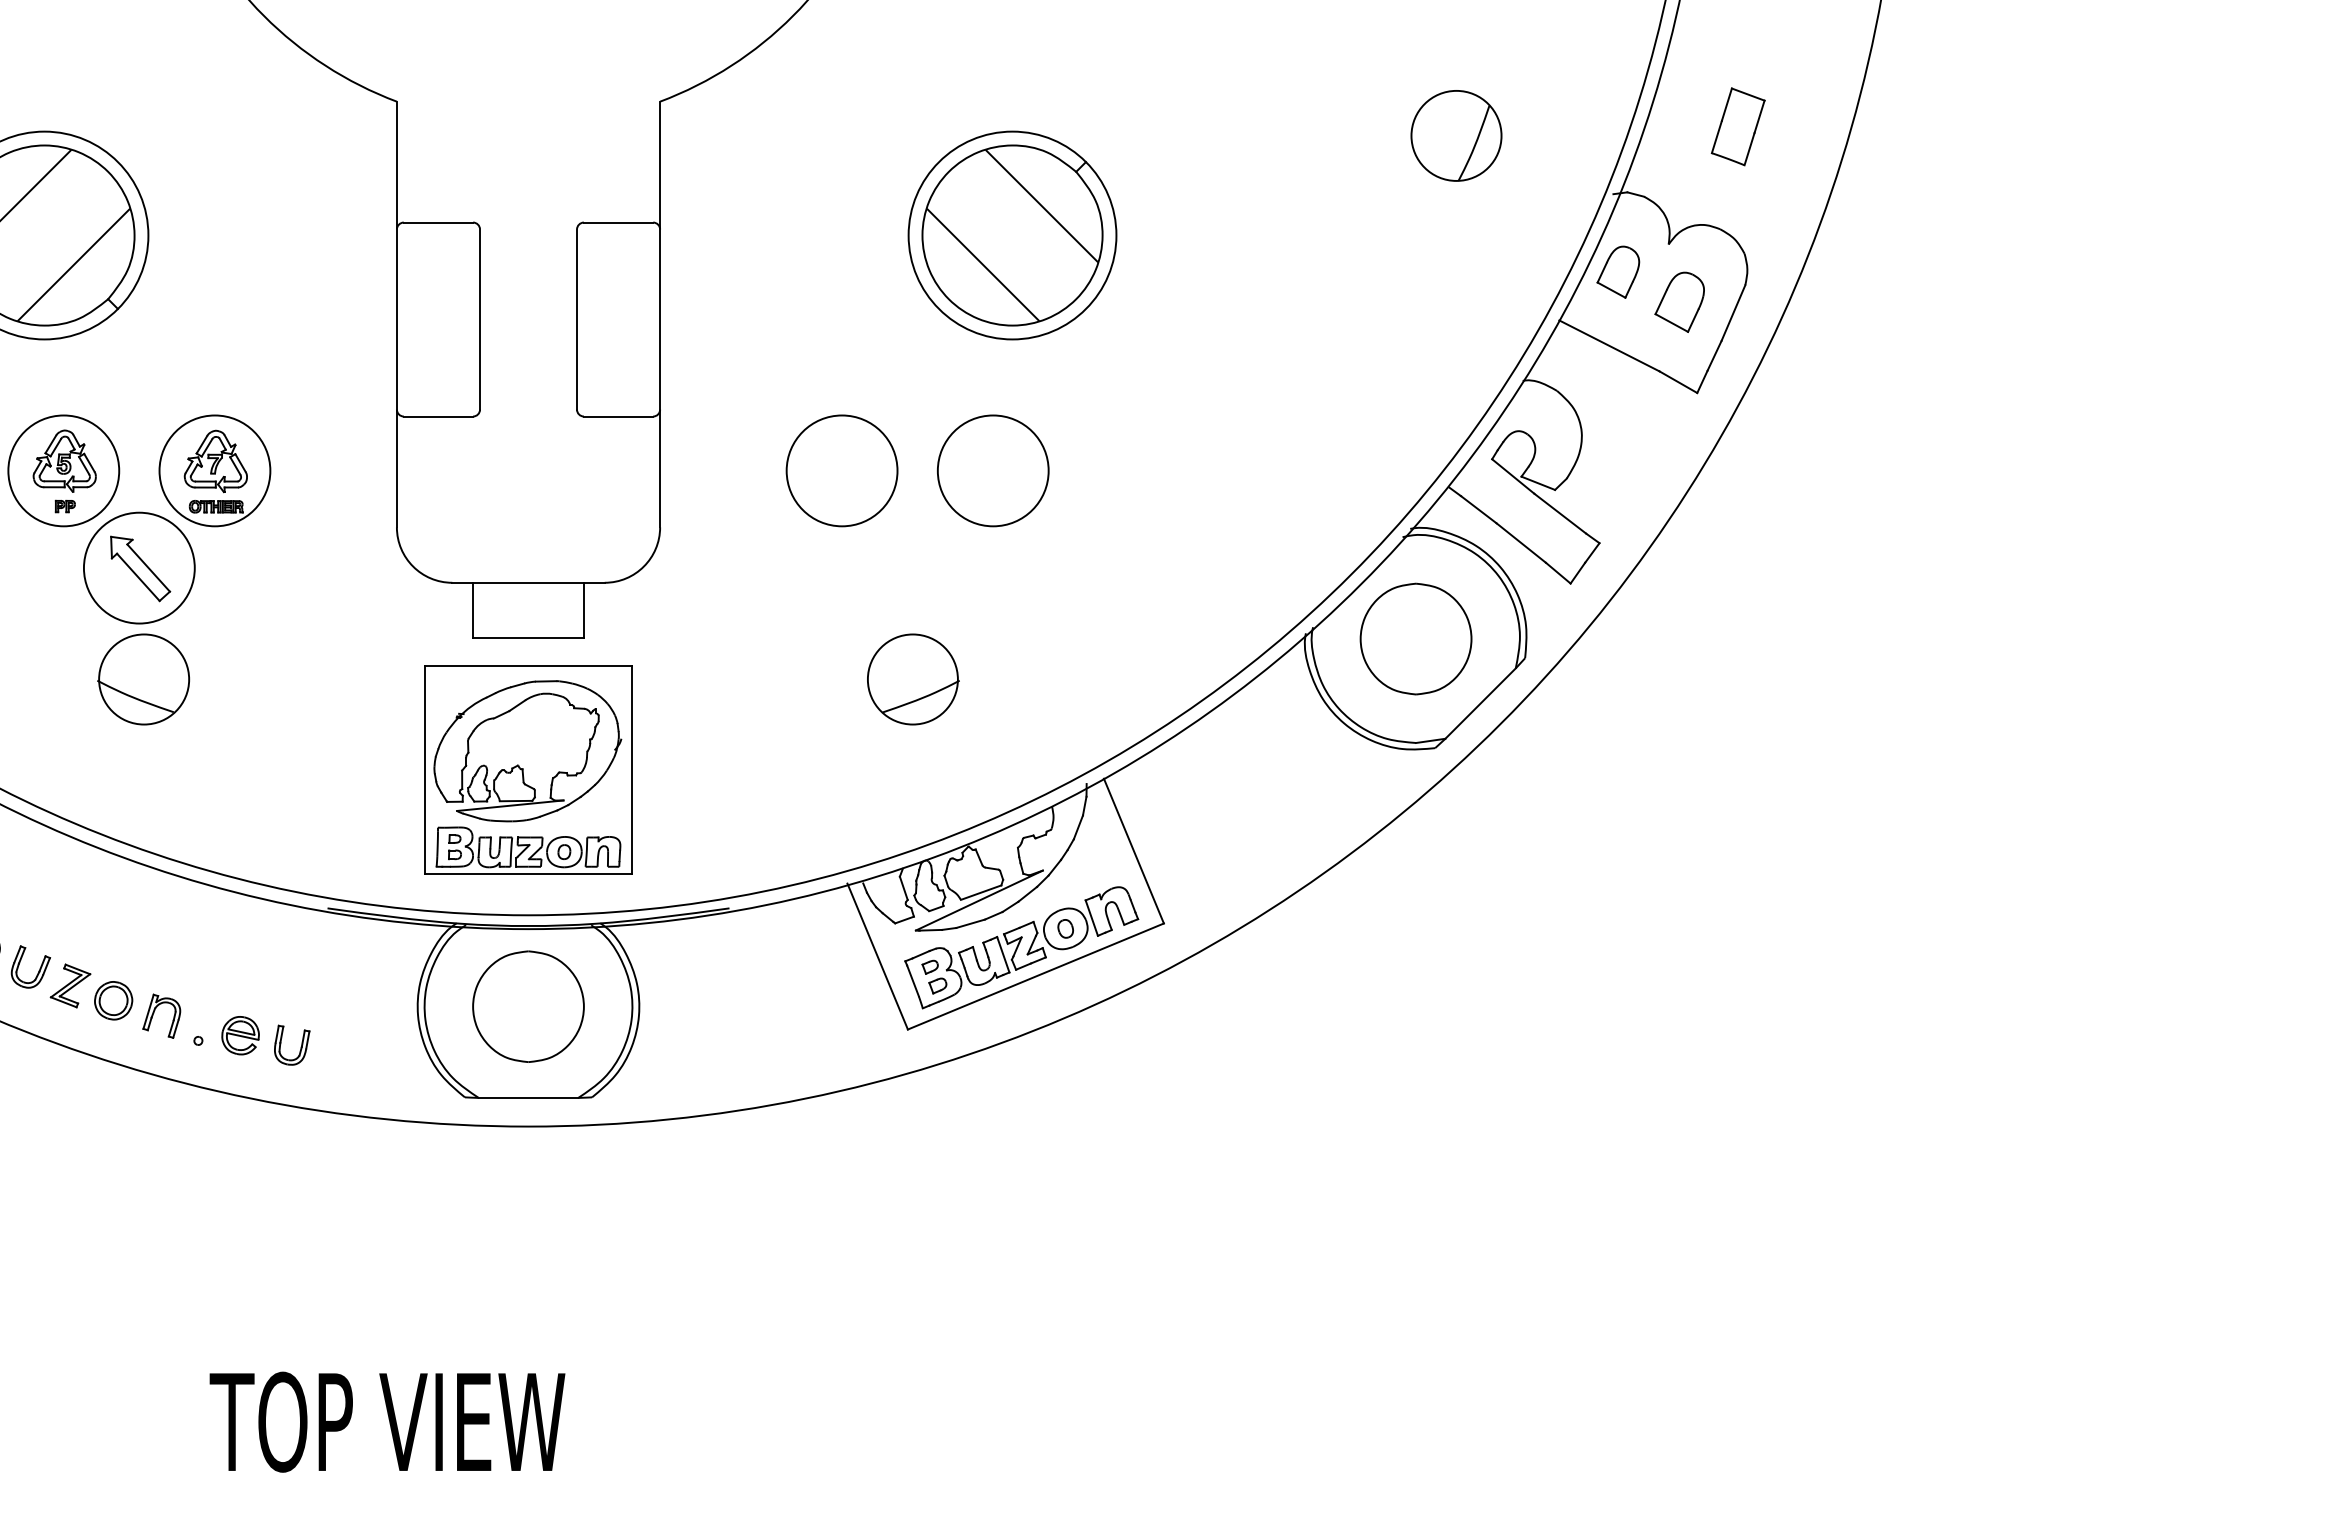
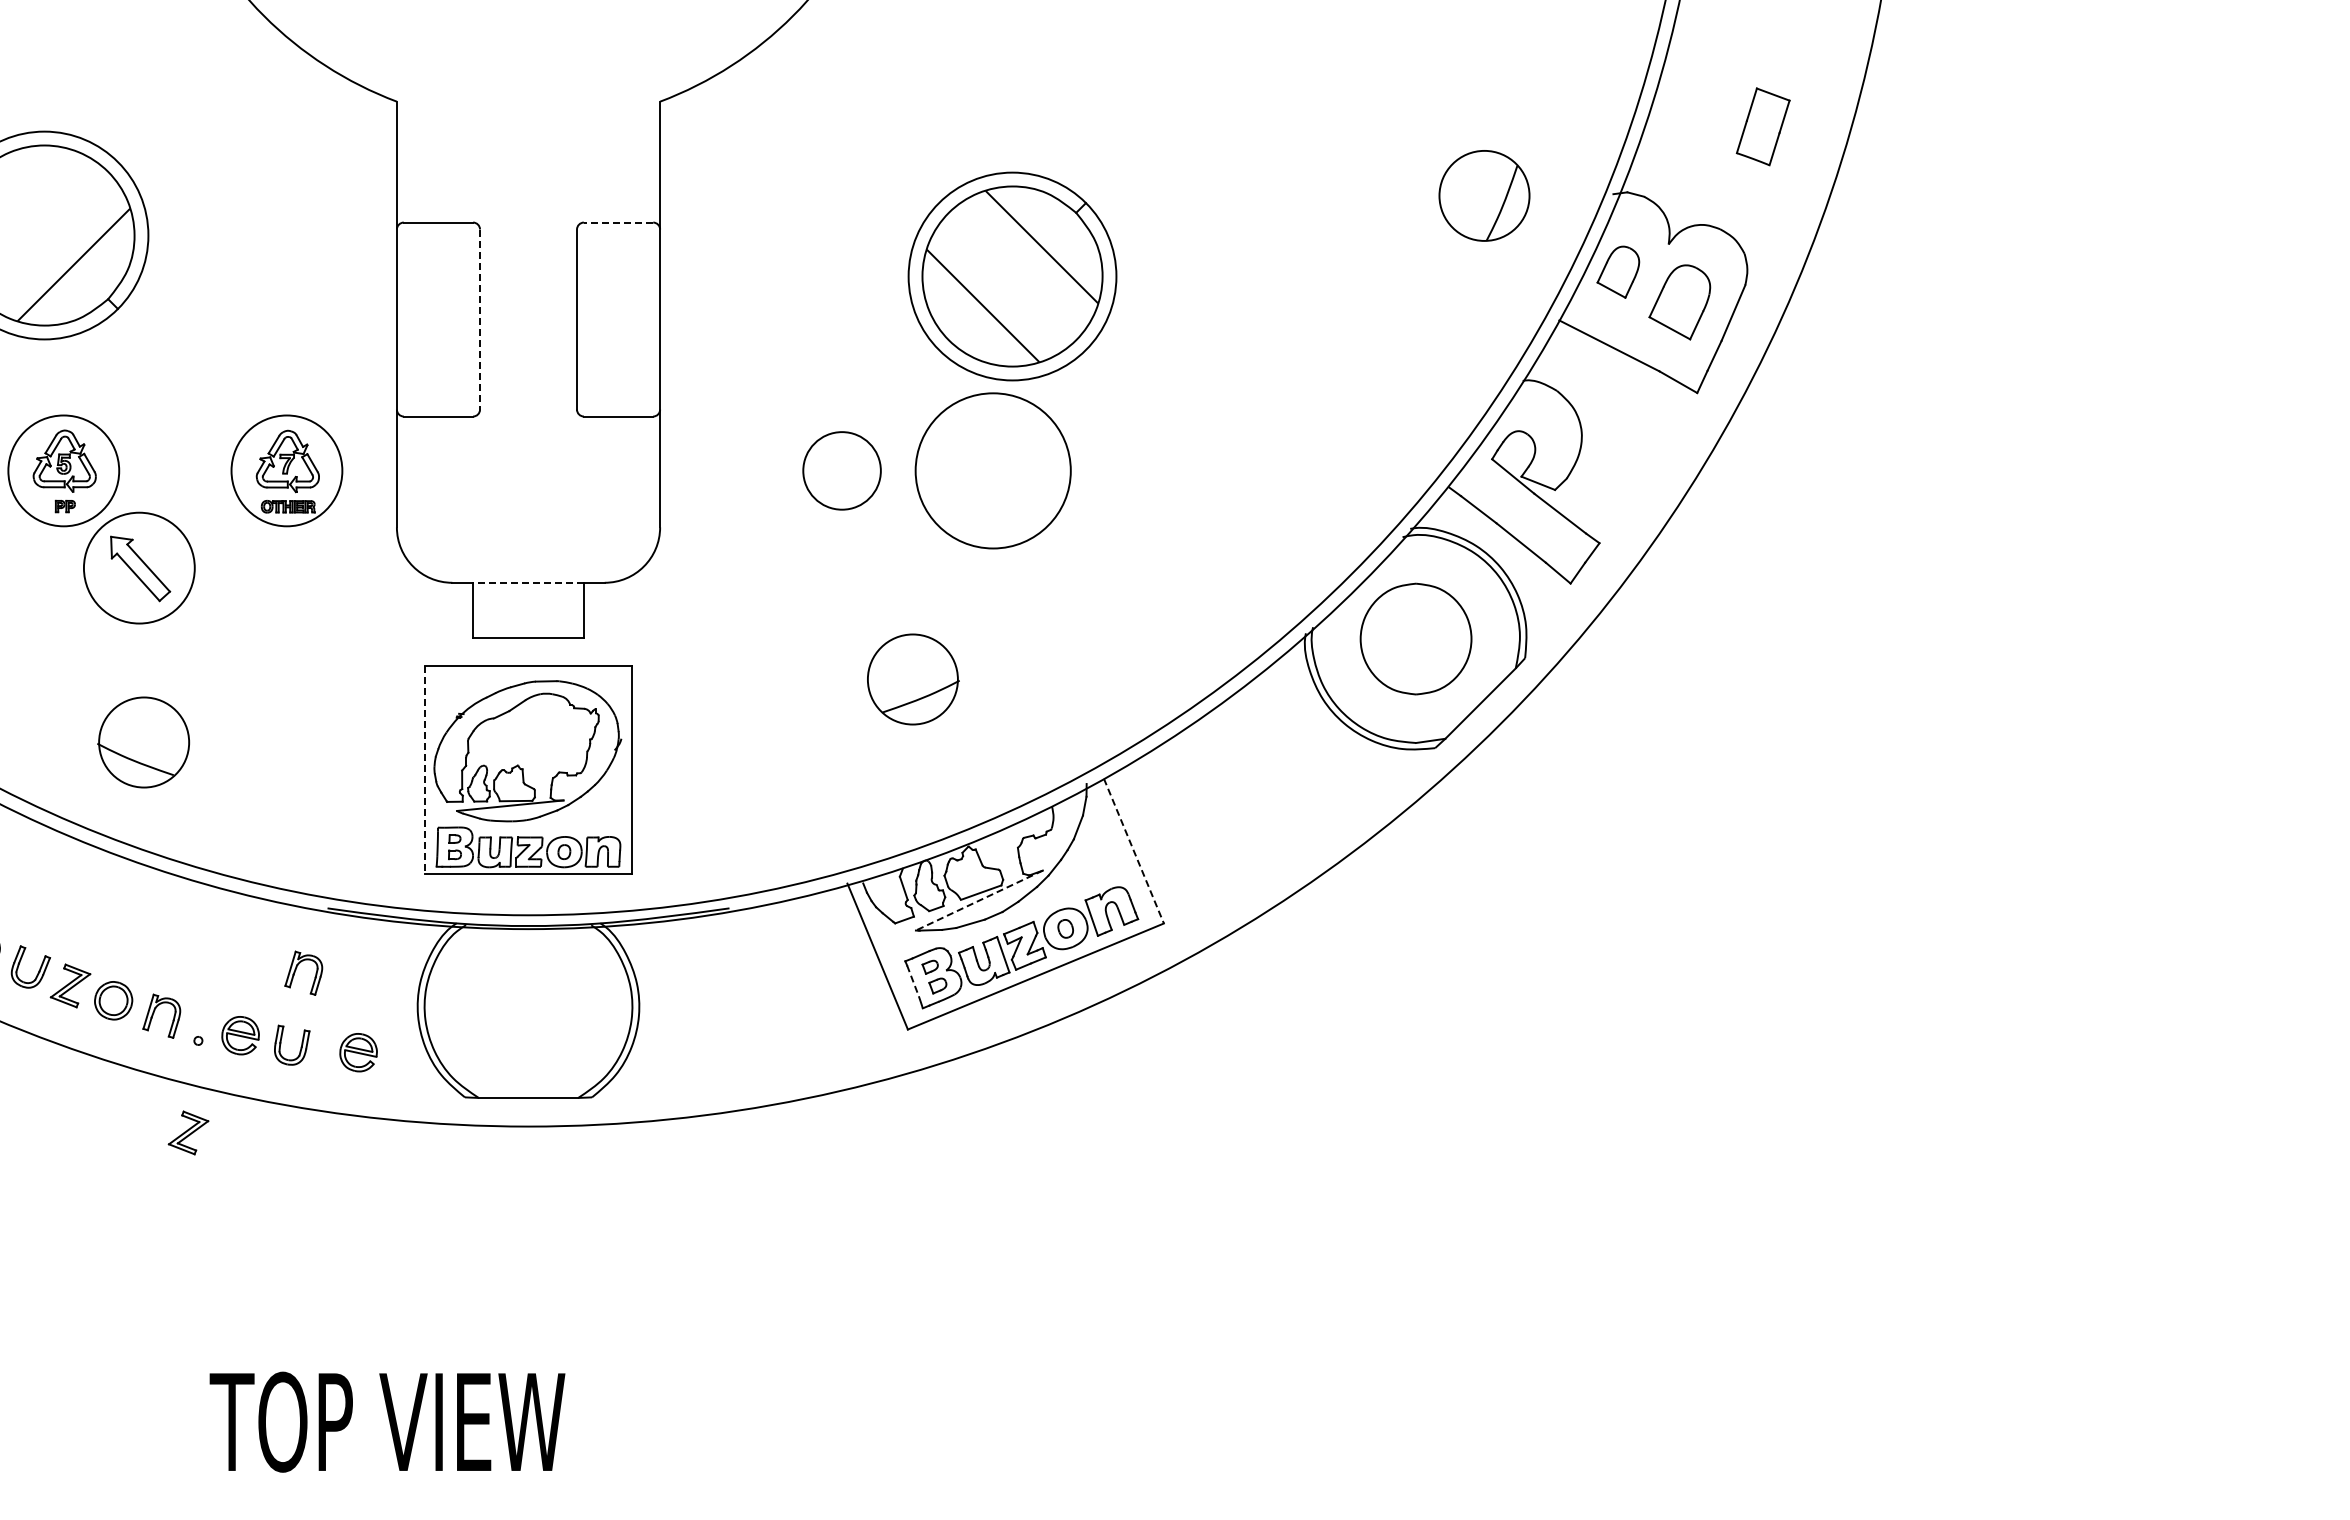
part at (1737, 126) position: (1737, 126) -> (1762, 126)
part at (1456, 135) position: (1456, 135) -> (1484, 195)
line at (36, 184): present -> none
line at (618, 222): solid -> dashed
part at (1012, 235) position: (1012, 235) -> (1012, 276)
part at (1679, 301) size: 51x62 px -> 64x77 px
line at (480, 320): solid -> dashed
part at (214, 470) position: (214, 470) -> (286, 470)
circle at (841, 470) diameter: 111 px -> 78 px
circle at (992, 470) diameter: 111 px -> 155 px
line at (528, 582): solid -> dashed
part at (143, 679) position: (143, 679) -> (143, 742)
line at (424, 769): solid -> dashed
line at (1134, 851): solid -> dashed
line at (978, 900): solid -> dashed
part at (296, 970): none -> present
line at (913, 981): solid -> dashed
part at (528, 1006): present -> none
part at (358, 1052): none -> present
part at (188, 1132): none -> present
